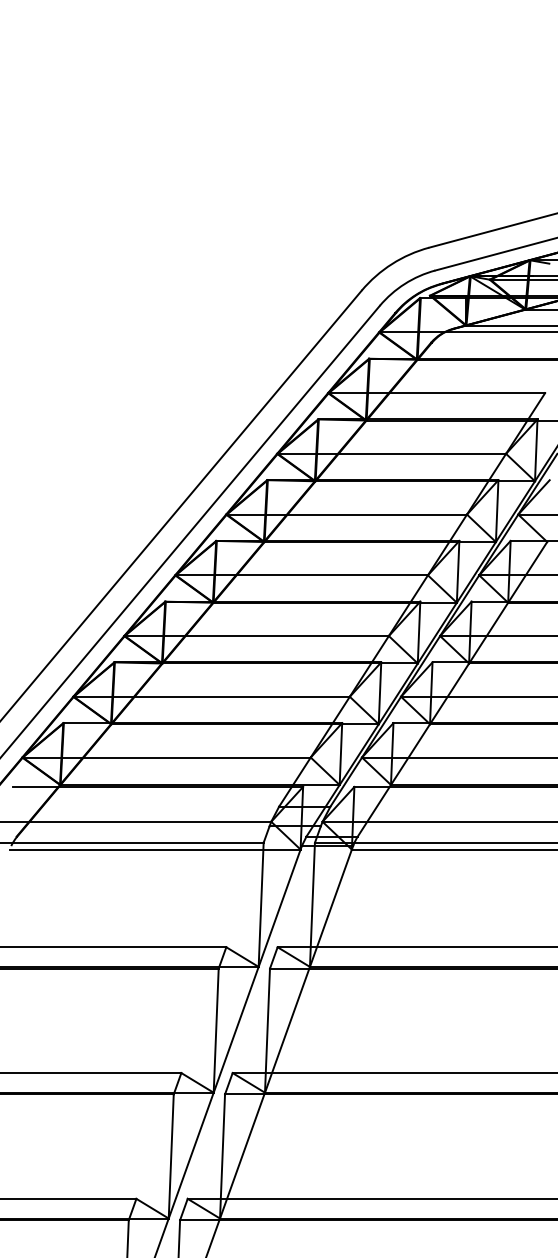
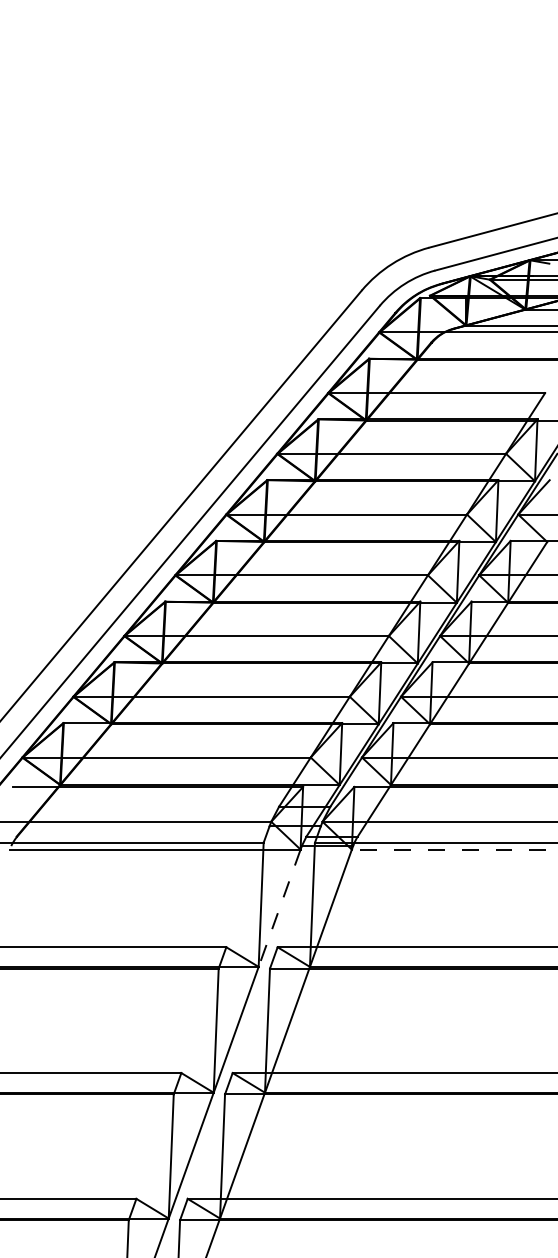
line at (454, 849): solid -> dashed
line at (279, 908): solid -> dashed
